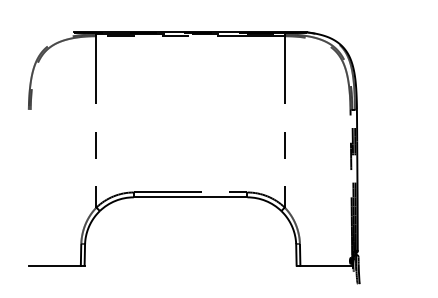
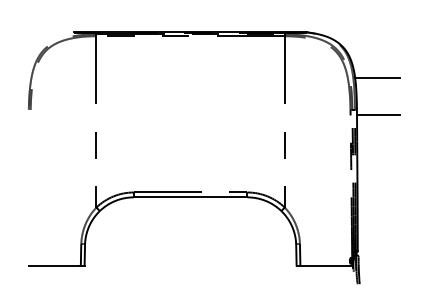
line at (377, 77): none -> present
line at (378, 114): none -> present
